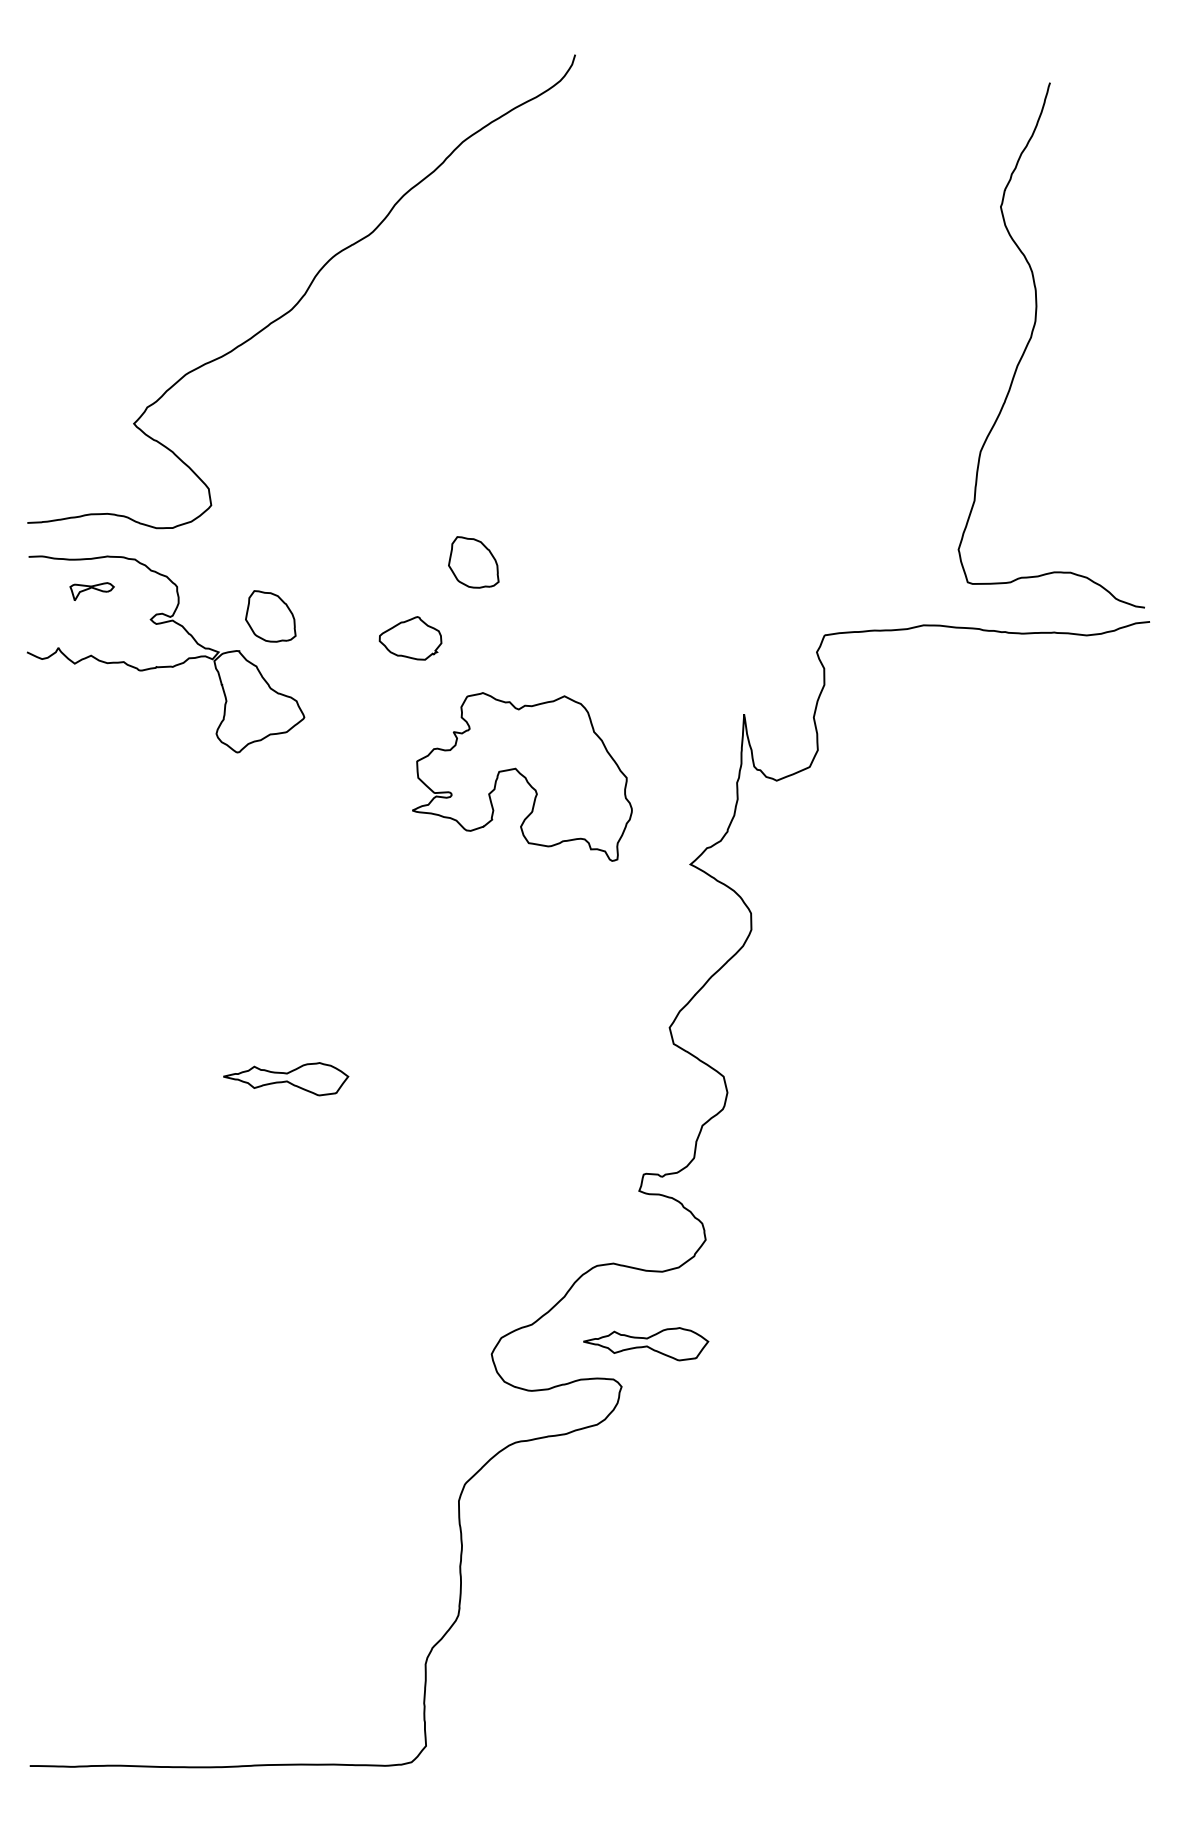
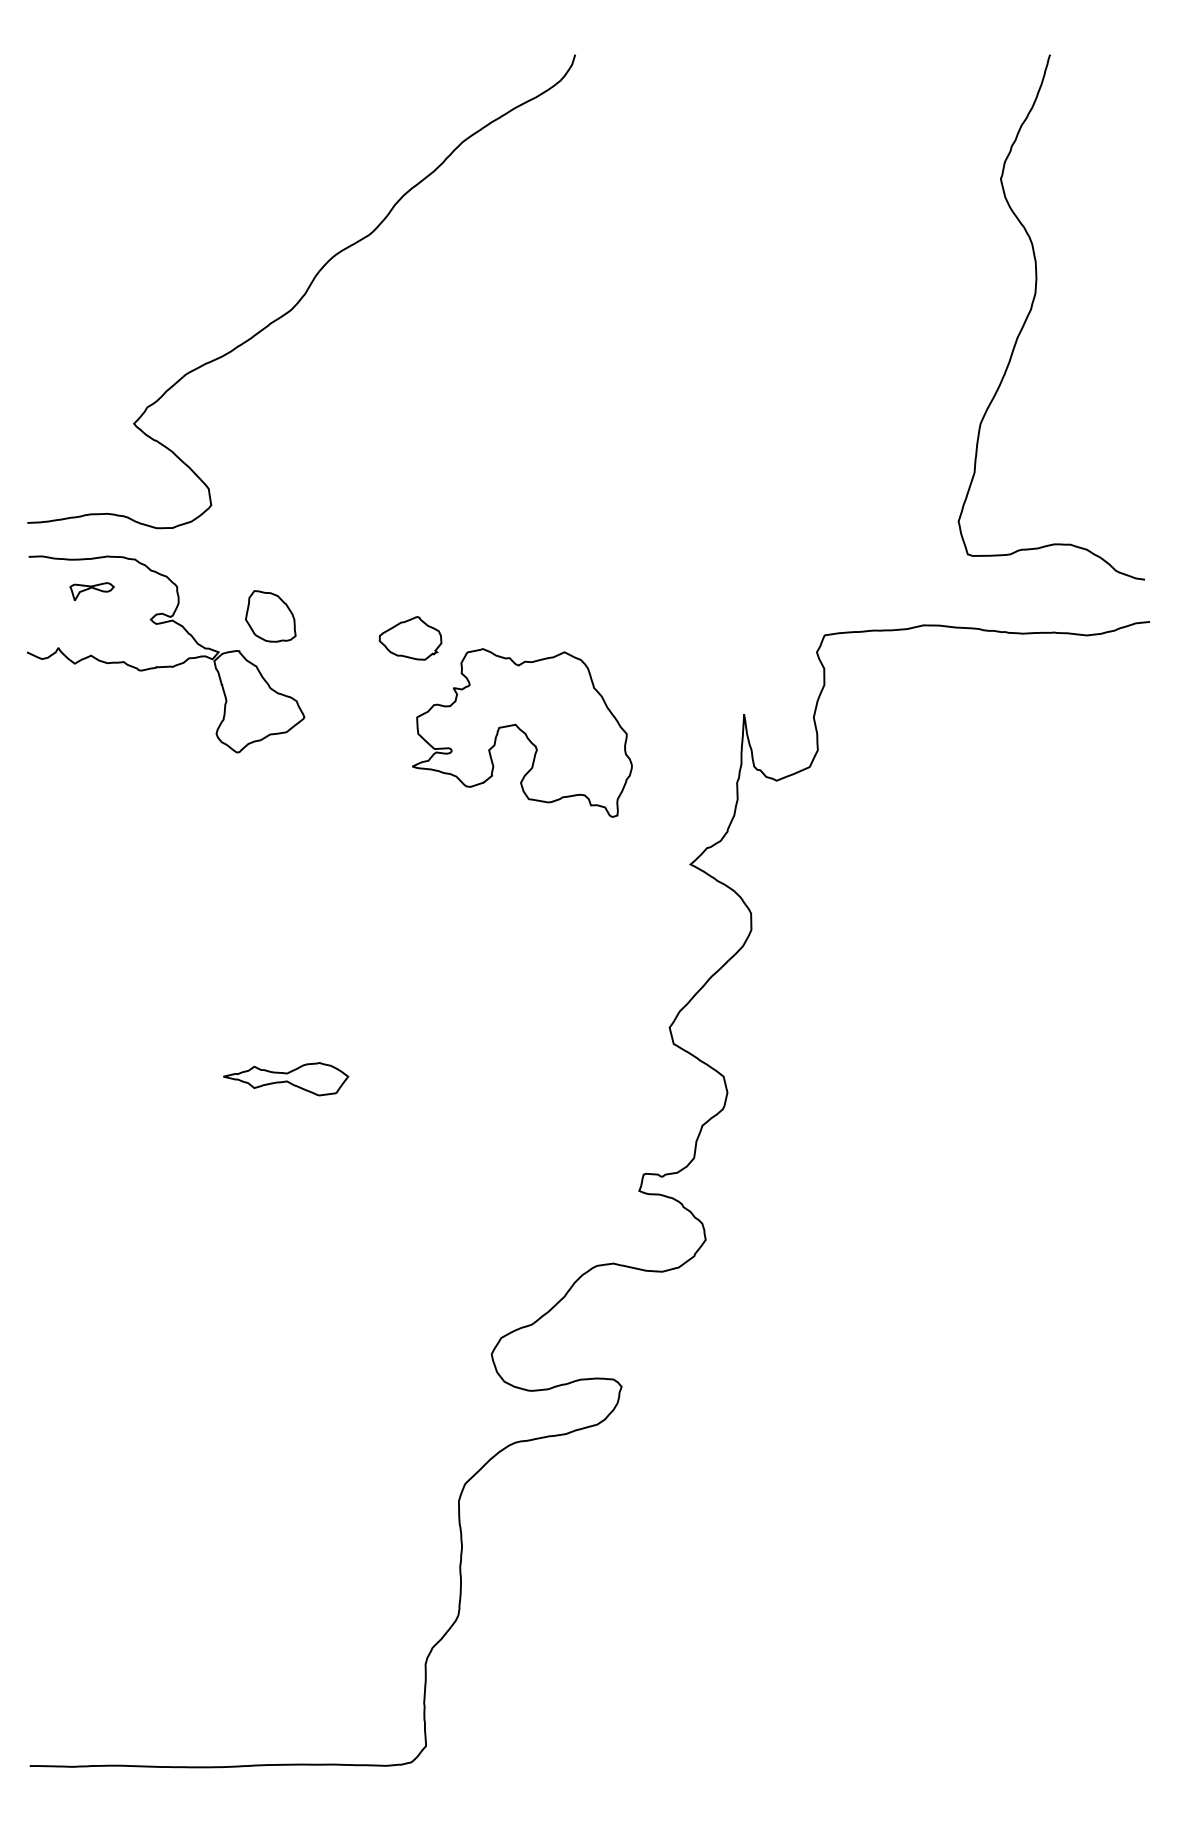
curve at (1031, 339) position: (1031, 339) -> (1031, 311)
part at (473, 562): present -> none
part at (522, 776) position: (522, 776) -> (522, 732)
part at (646, 1344): present -> none
